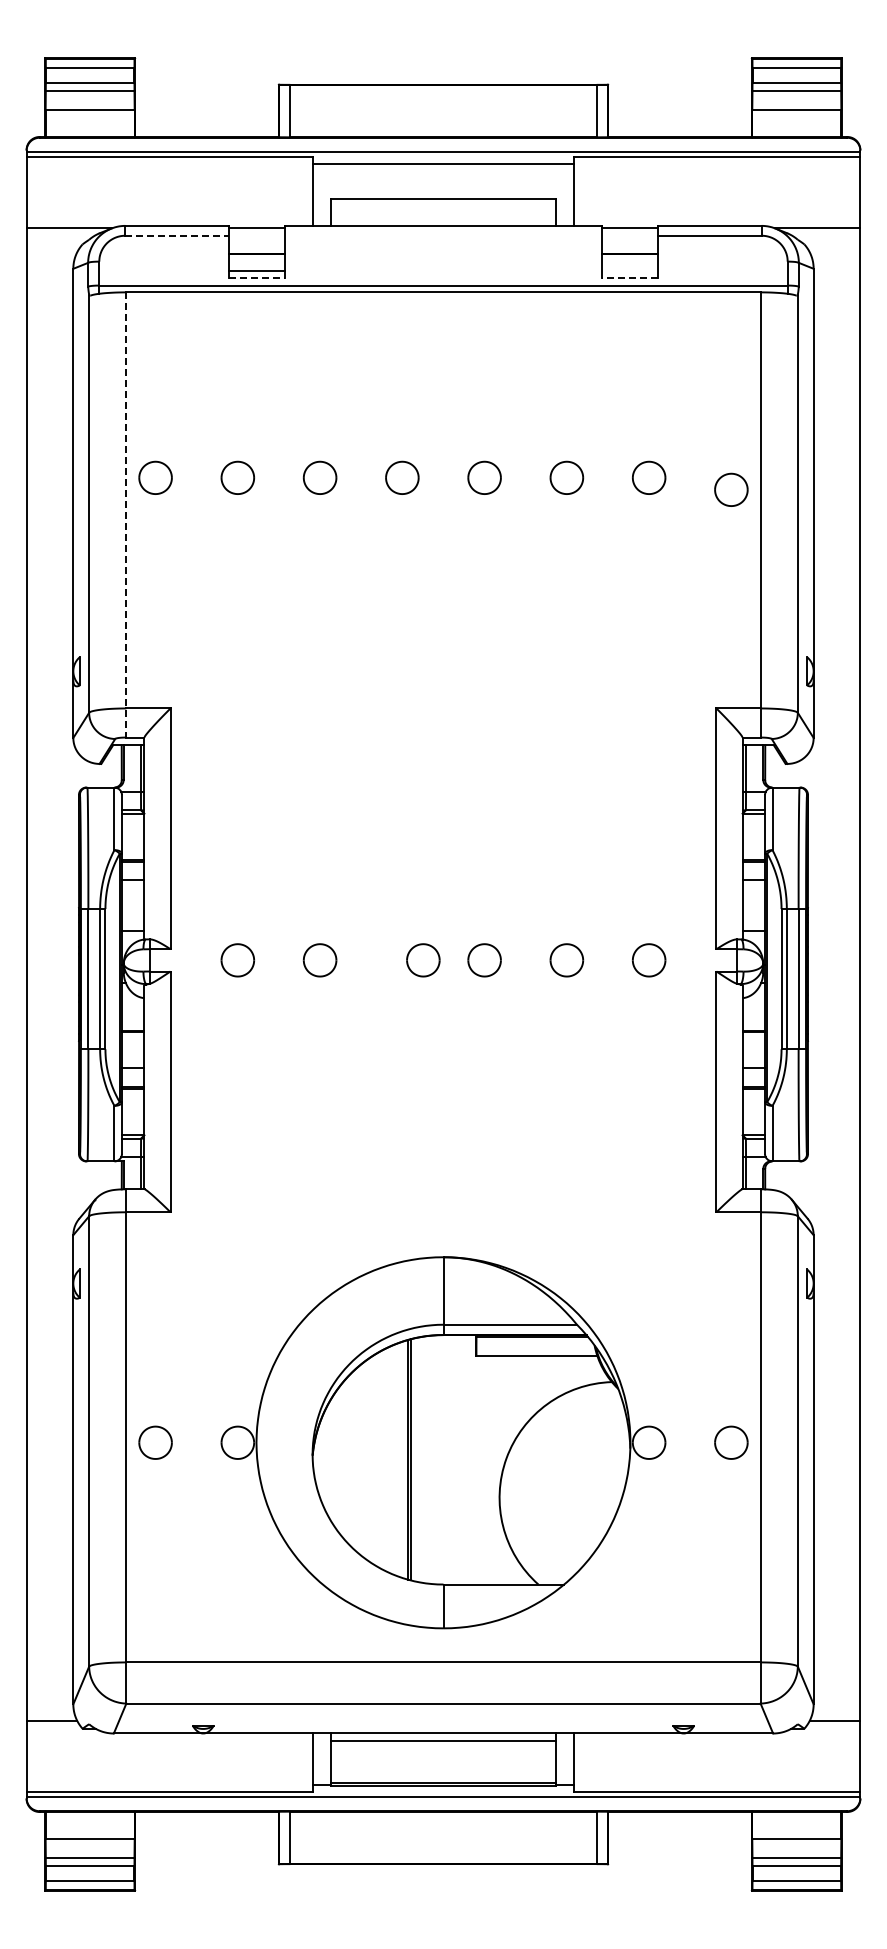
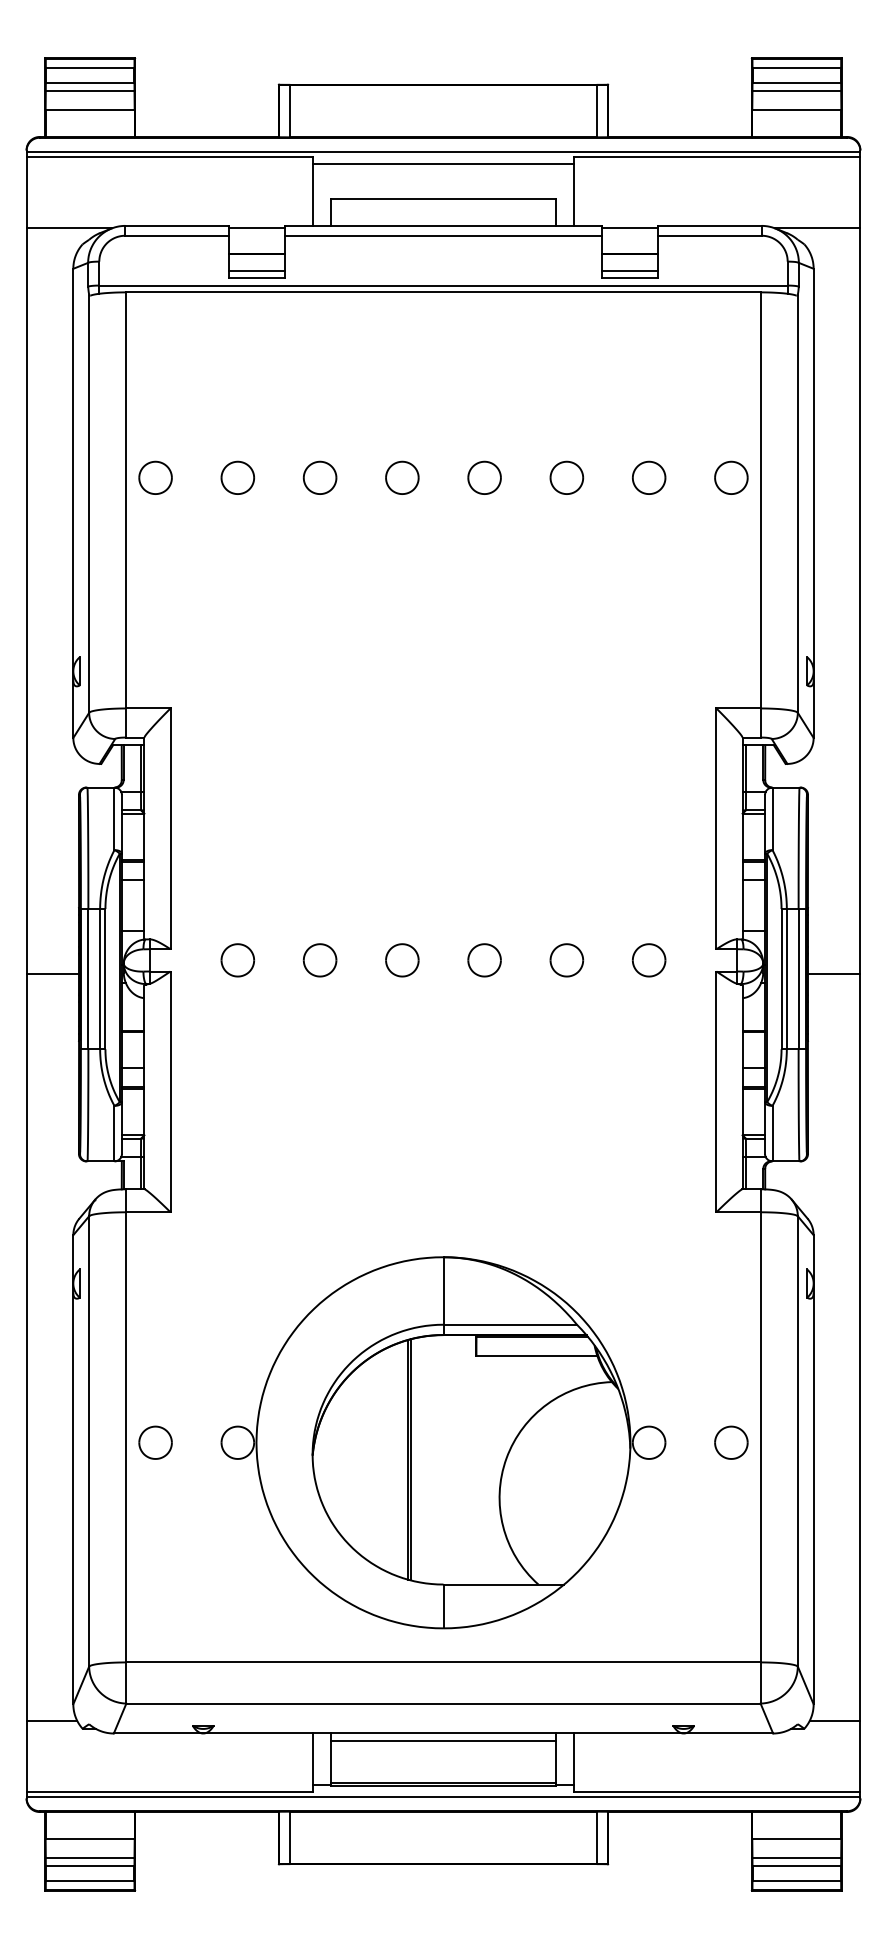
line at (176, 235): dashed -> solid
line at (443, 235): none -> present
line at (630, 270): none -> present
line at (257, 278): dashed -> solid
line at (629, 278): dashed -> solid
part at (731, 489) position: (731, 489) -> (731, 477)
line at (126, 514): dashed -> solid
part at (423, 960) position: (423, 960) -> (402, 960)
line at (52, 974): none -> present
line at (834, 974): none -> present
